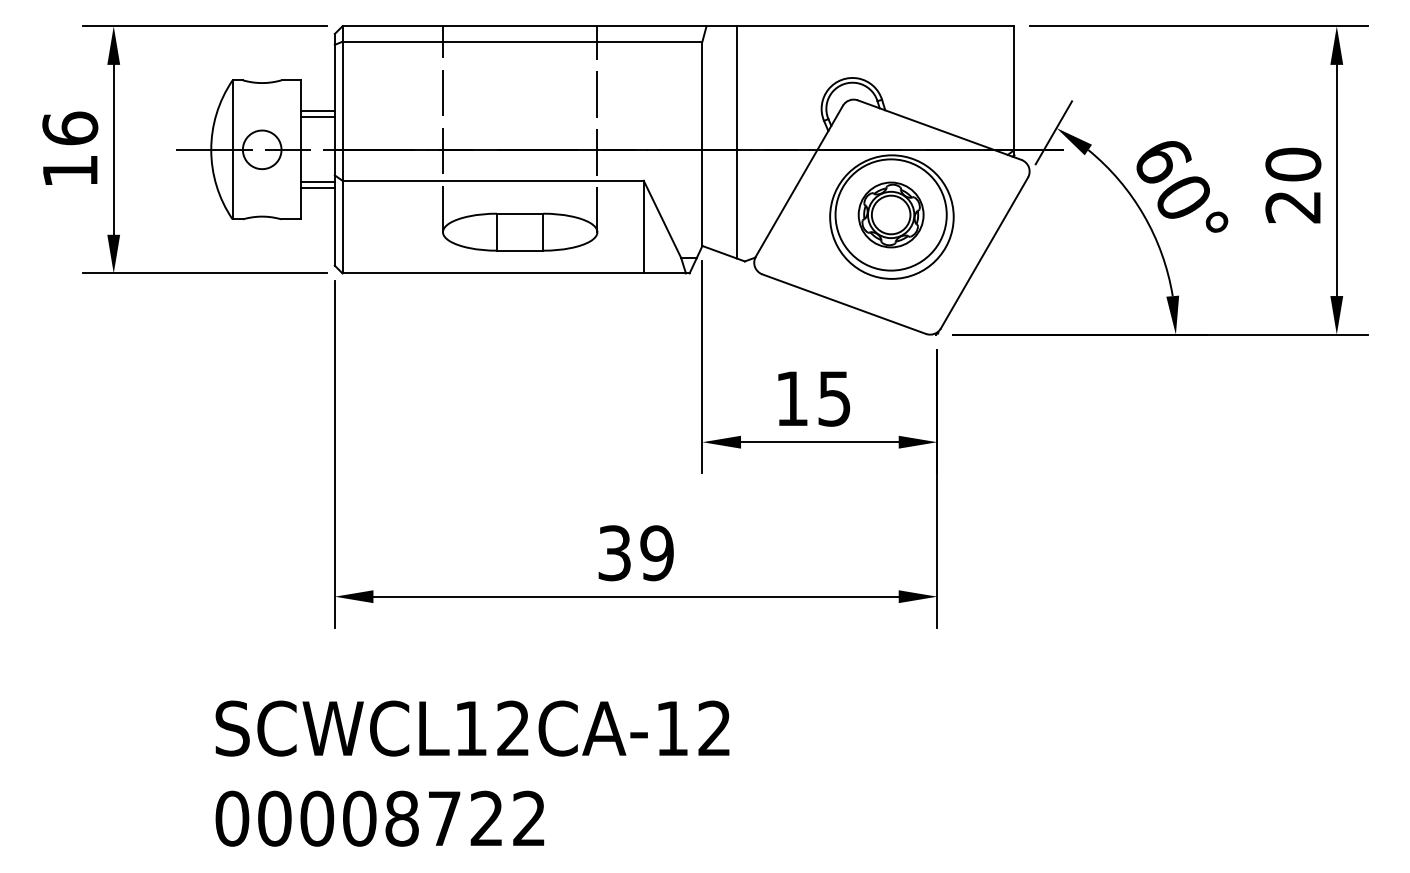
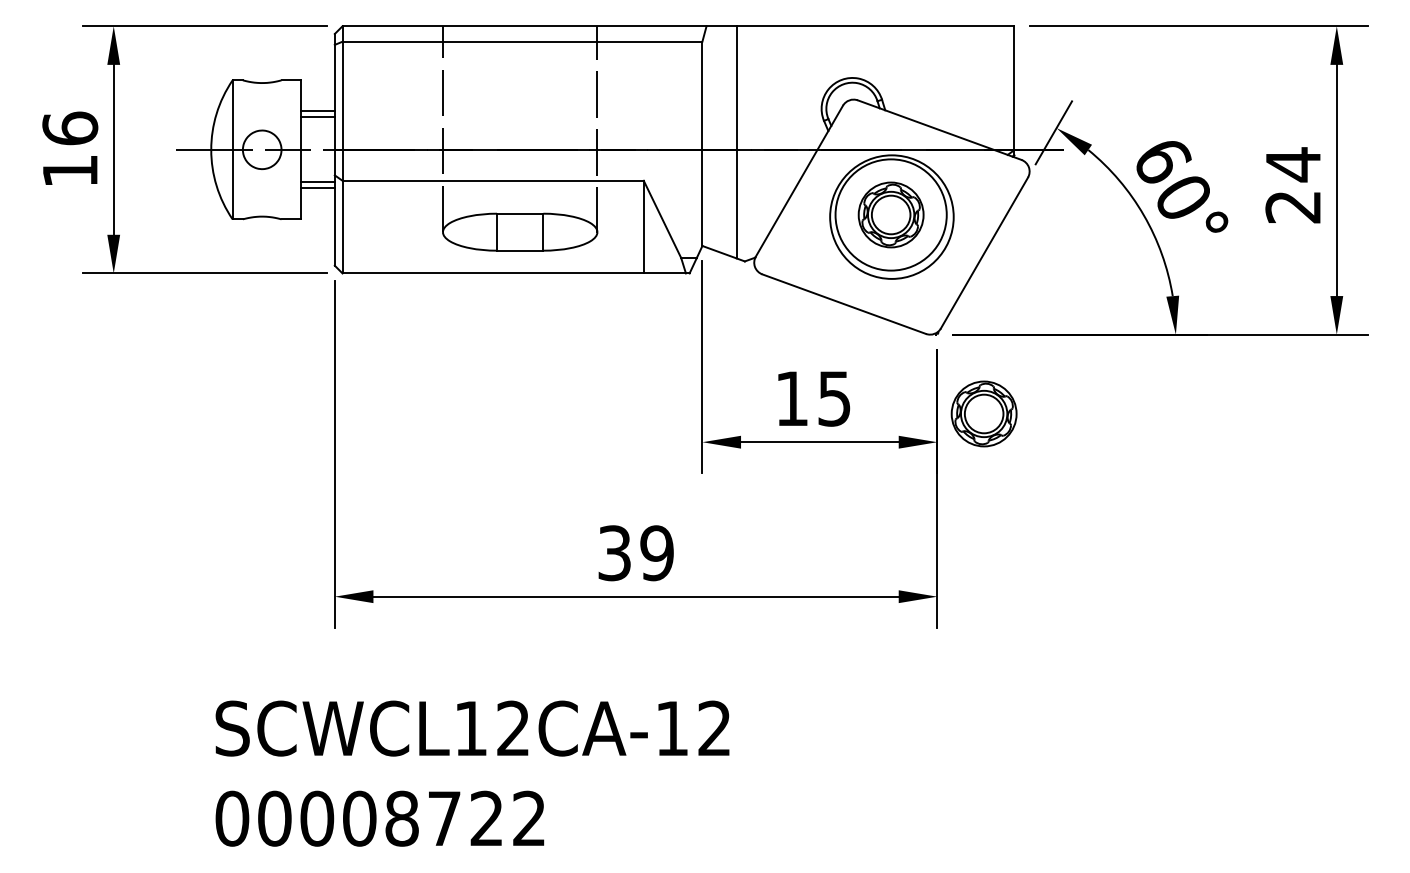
text at (1293, 164): 20 -> 24
part at (983, 413): none -> present
